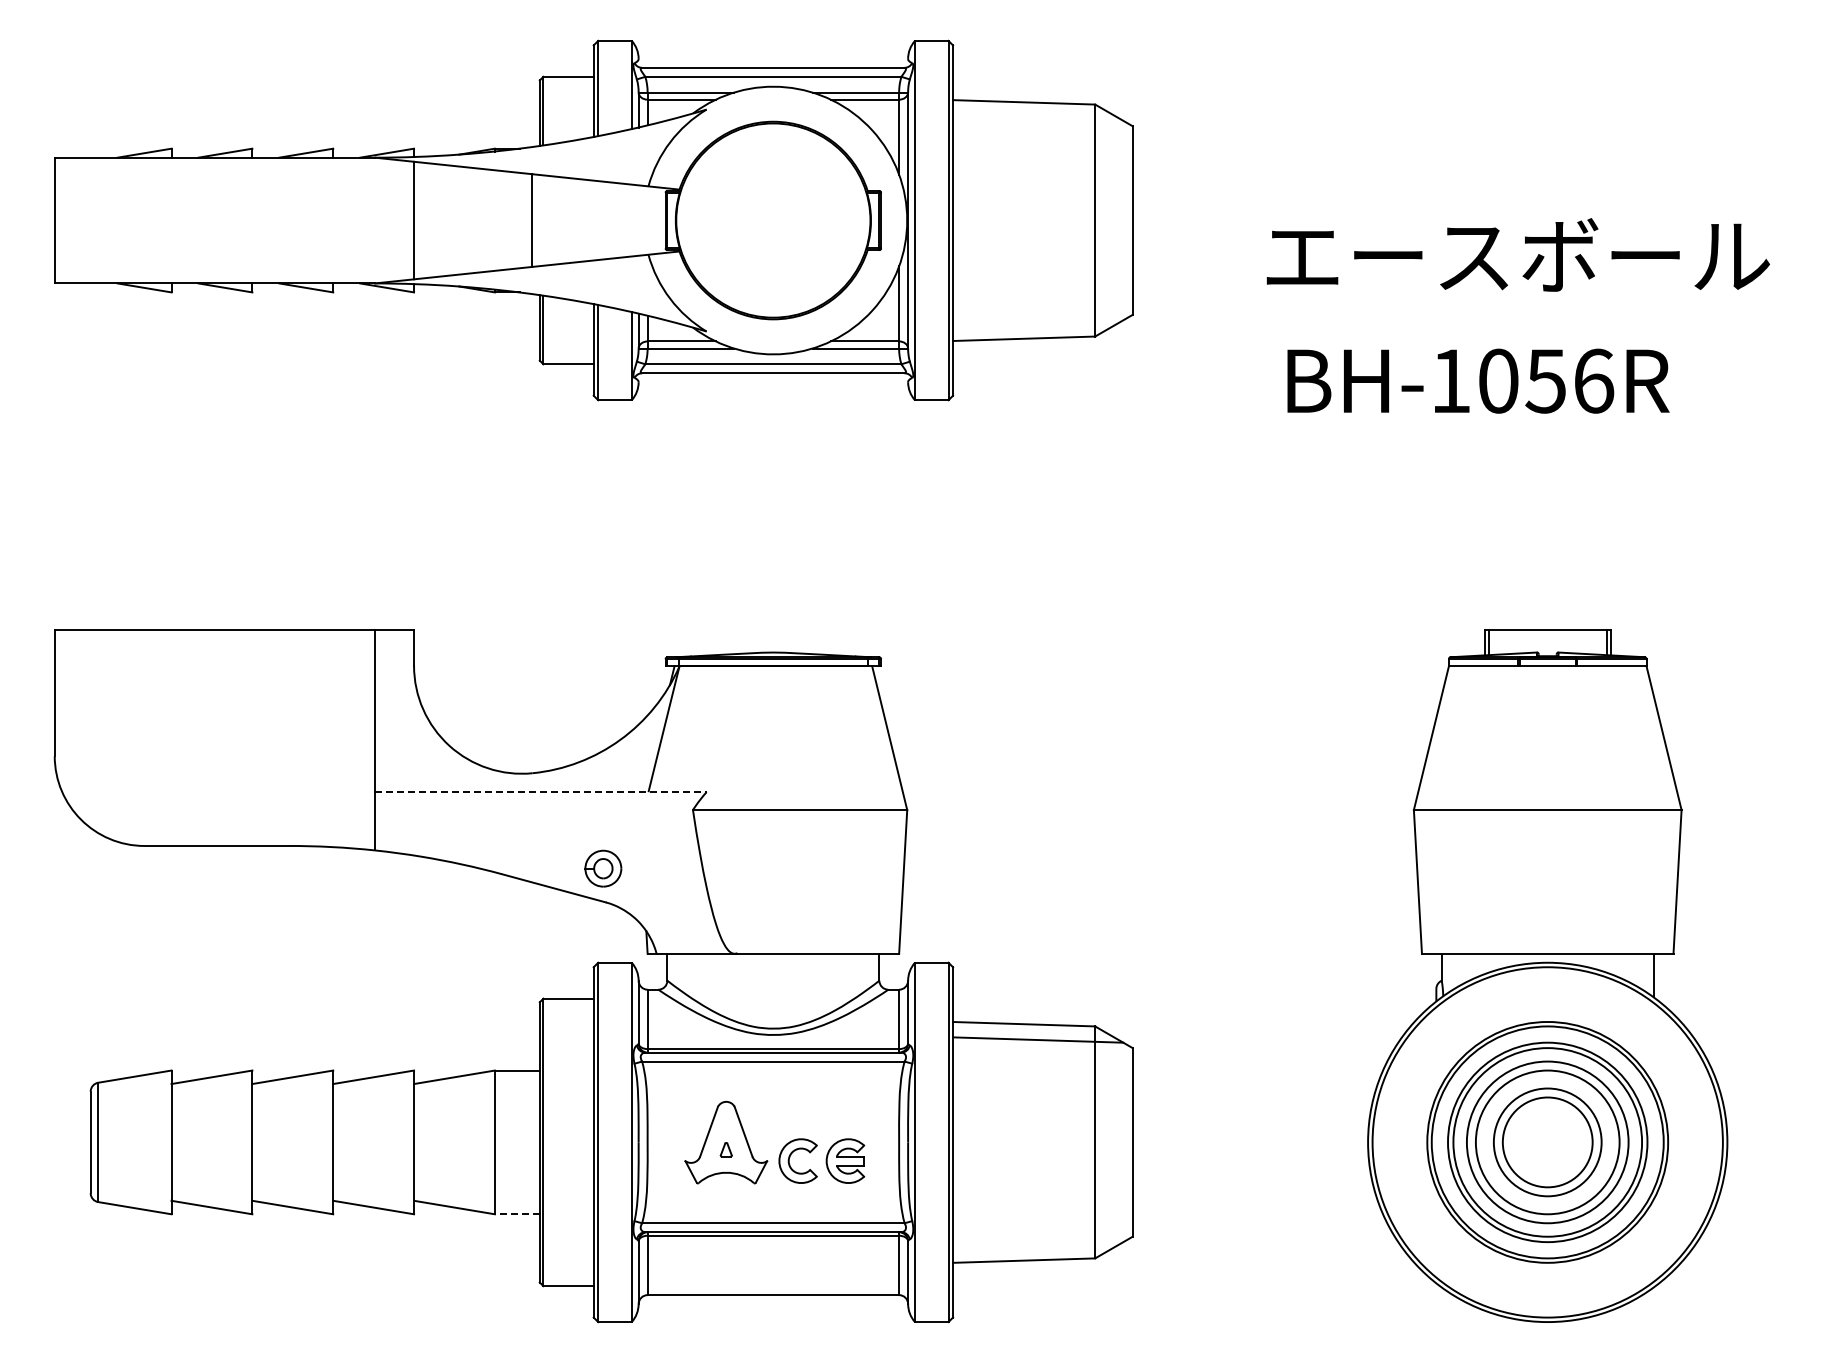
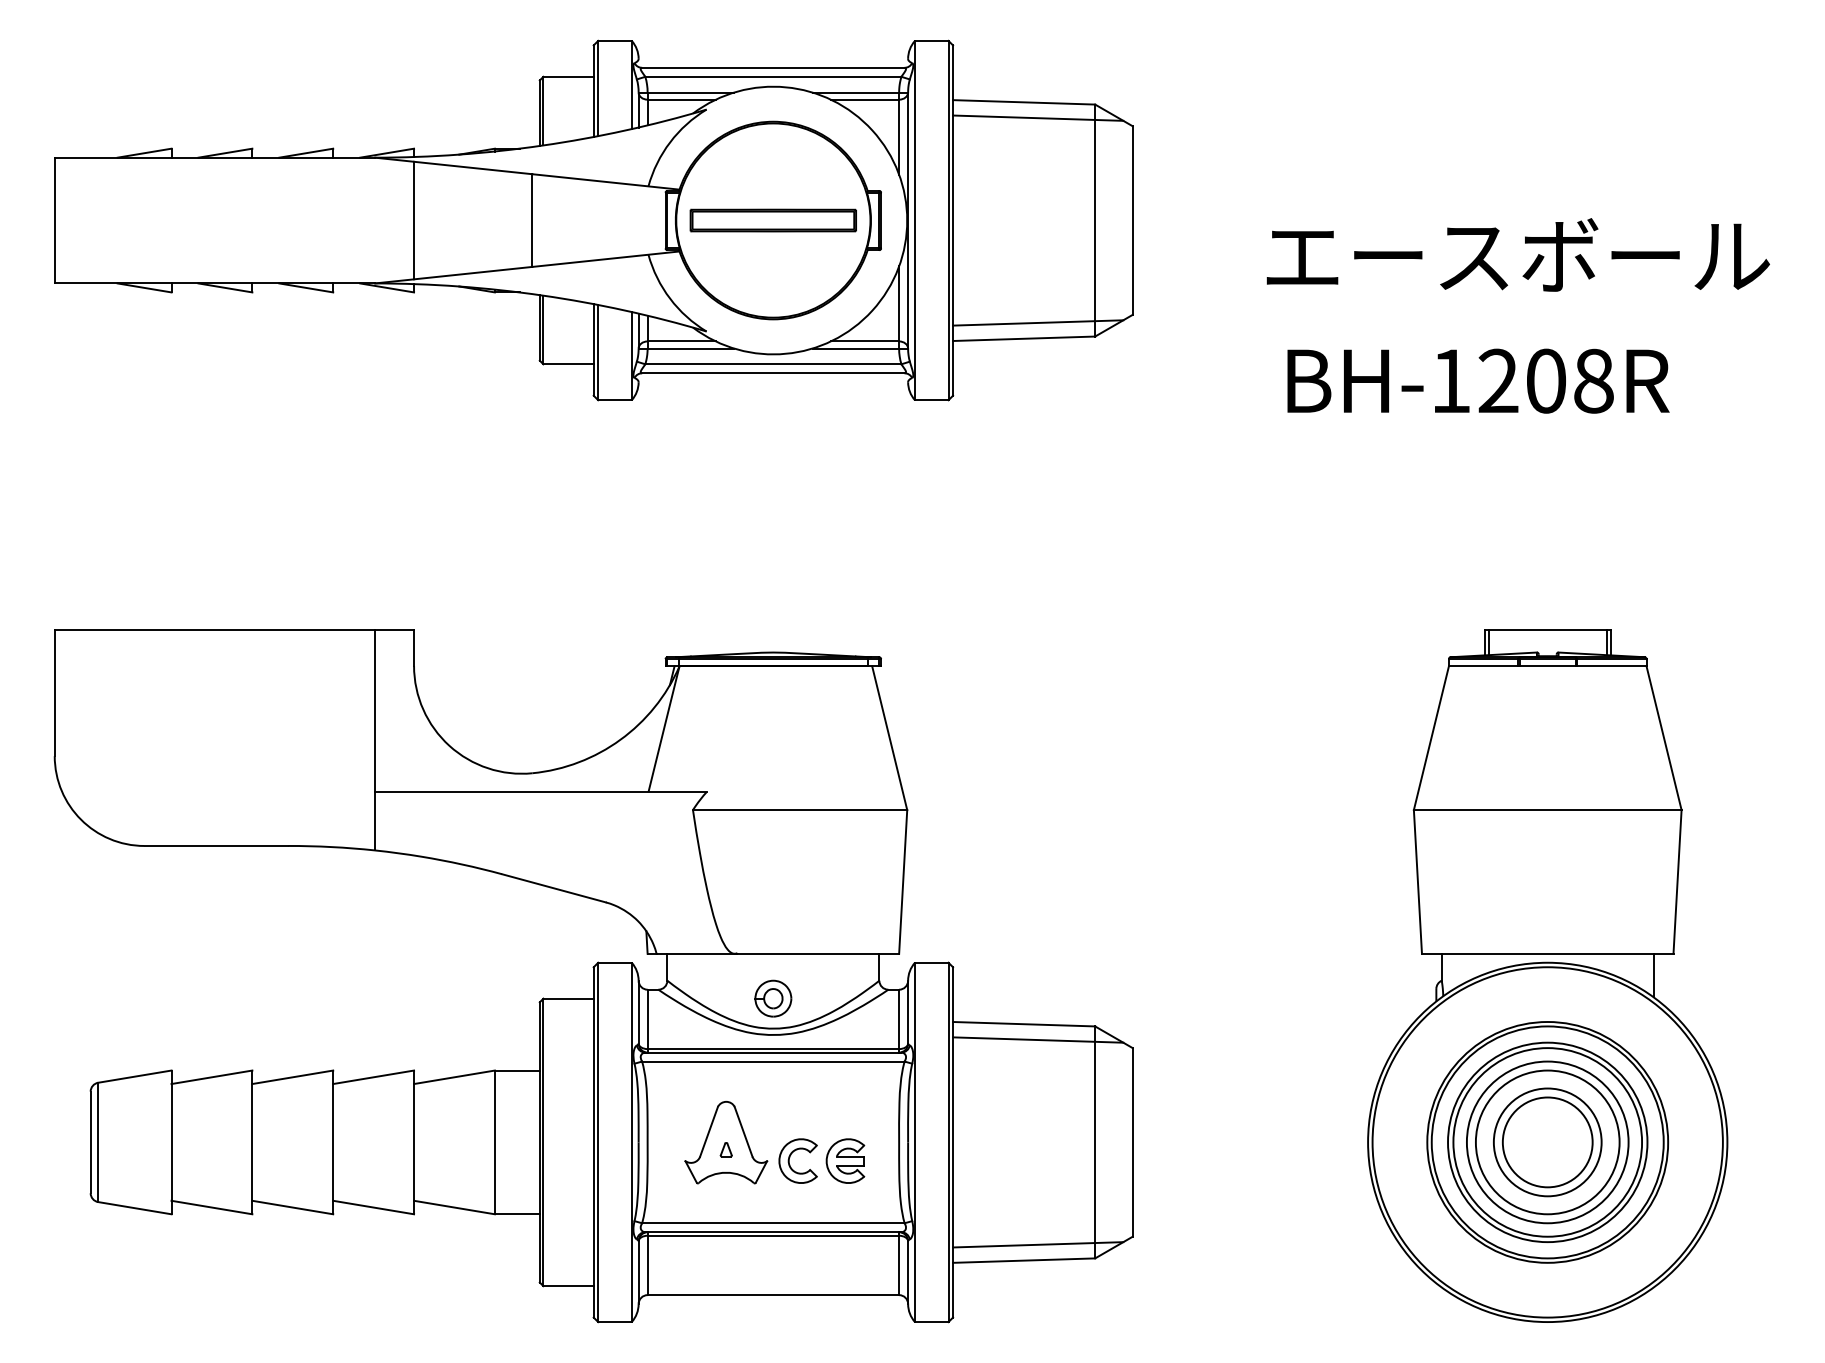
line at (1038, 117): none -> present
part at (772, 220): none -> present
line at (1038, 322): none -> present
text at (1546, 380): BH-1056R -> BH-1208R
line at (540, 792): dashed -> solid
part at (603, 868) position: (603, 868) -> (773, 998)
line at (516, 1214): dashed -> solid
line at (1038, 1244): none -> present
